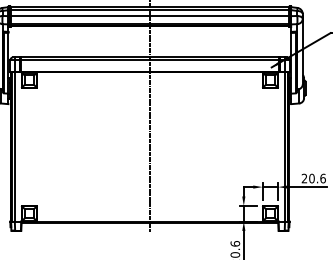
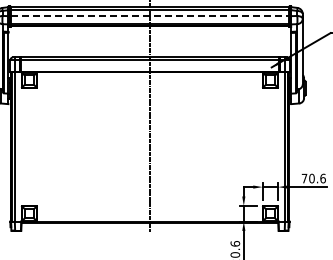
line at (150, 16): solid -> dashed
text at (304, 178): 20.6 -> 70.6
